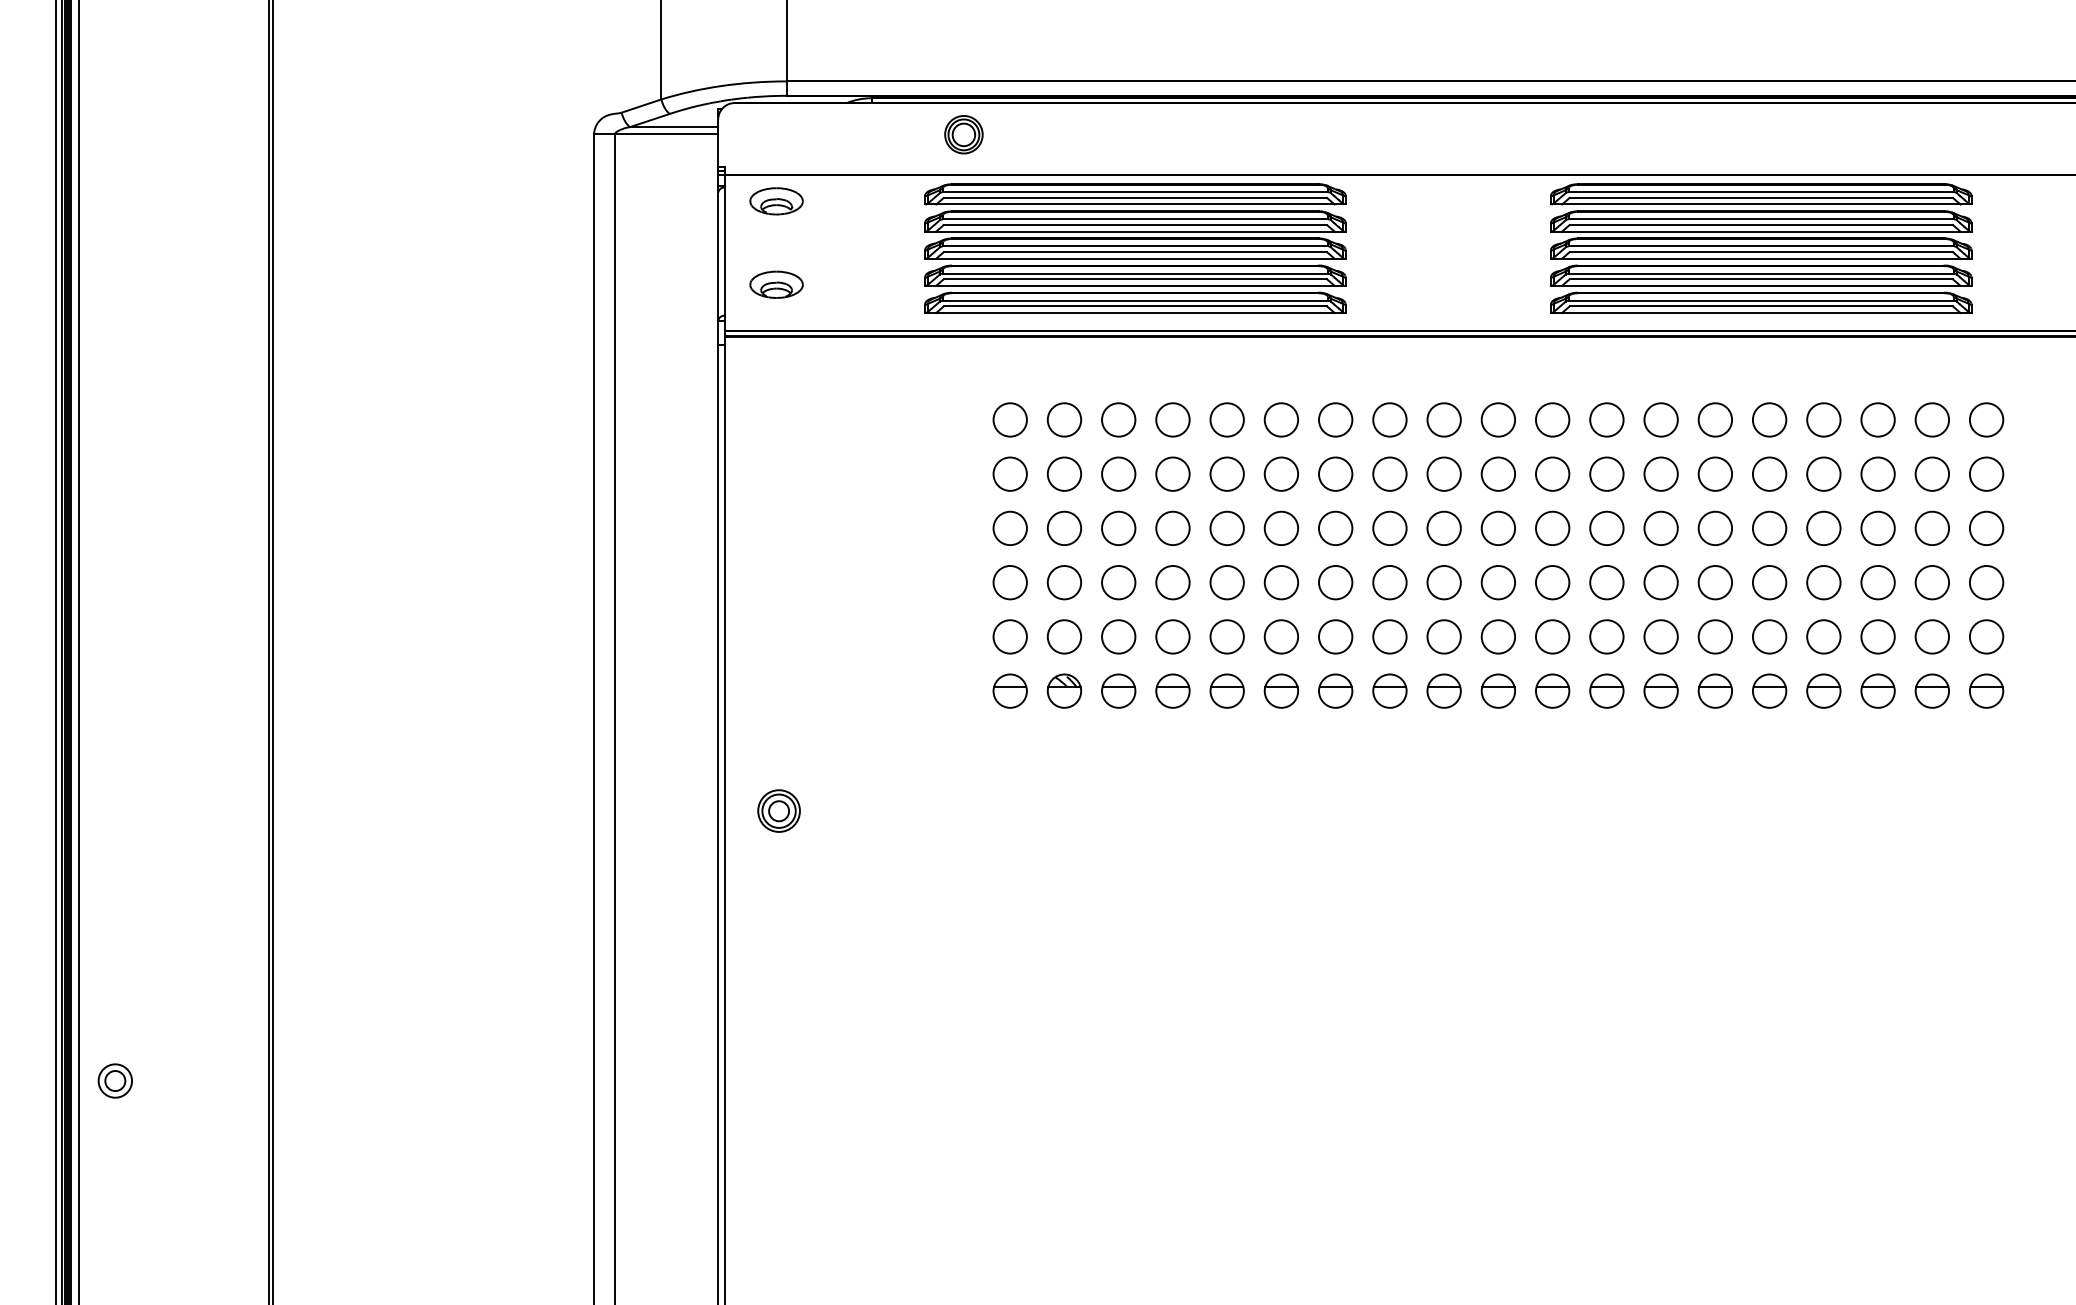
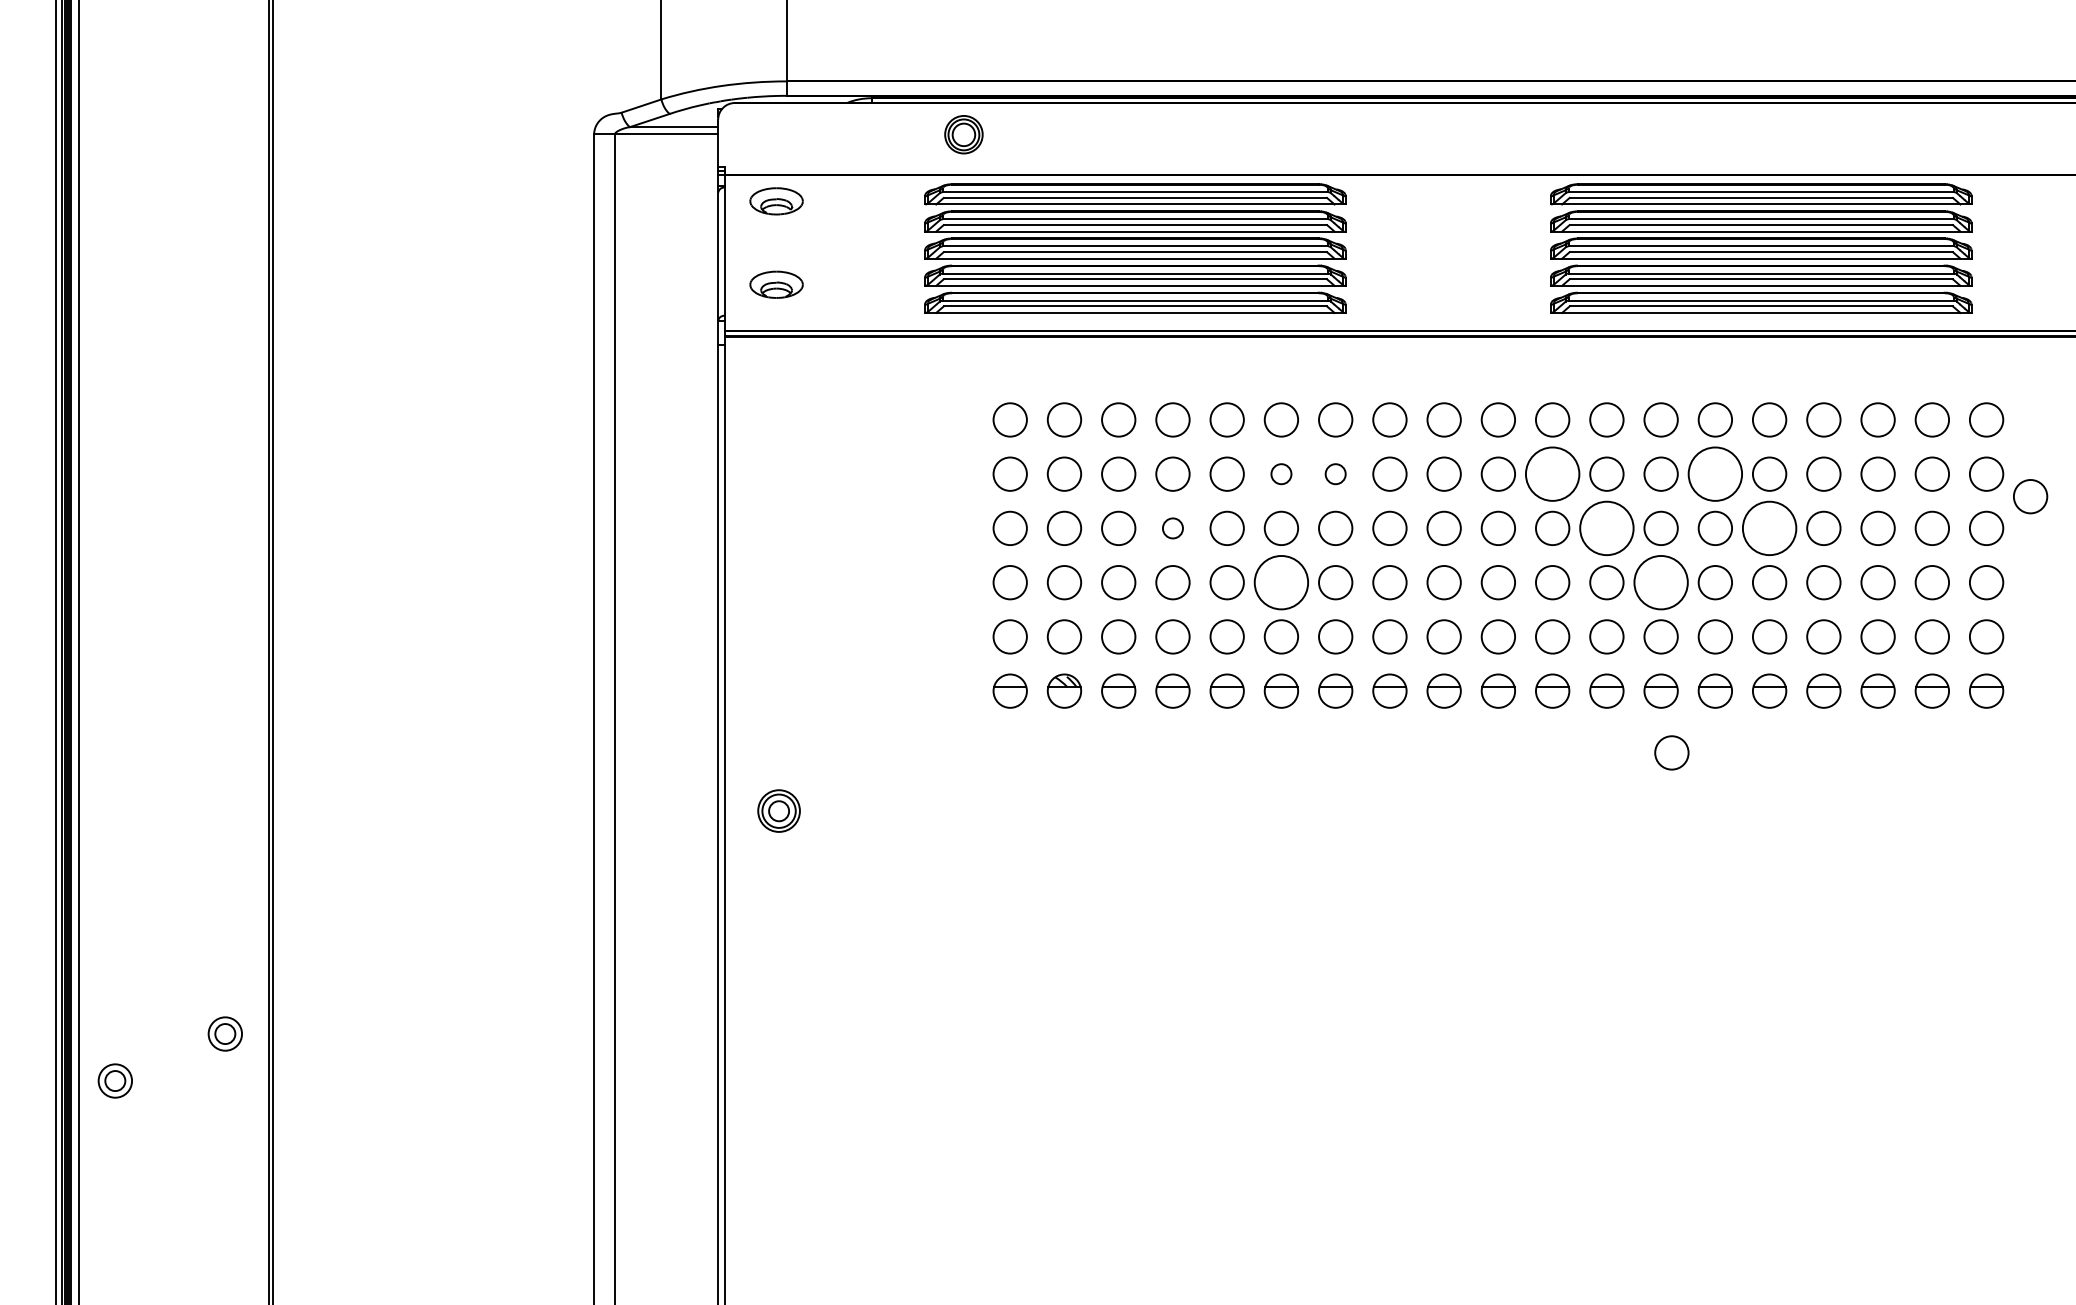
circle at (1281, 473) diameter: 33 px -> 20 px
circle at (1335, 473) diameter: 33 px -> 20 px
circle at (1552, 473) diameter: 33 px -> 53 px
circle at (1715, 473) diameter: 33 px -> 53 px
circle at (2030, 496): none -> present
circle at (1172, 528) diameter: 33 px -> 20 px
circle at (1606, 528) diameter: 33 px -> 53 px
circle at (1769, 528) diameter: 33 px -> 53 px
circle at (1281, 582) diameter: 33 px -> 53 px
circle at (1660, 582) diameter: 33 px -> 53 px
circle at (1671, 752): none -> present
part at (224, 1033): none -> present
